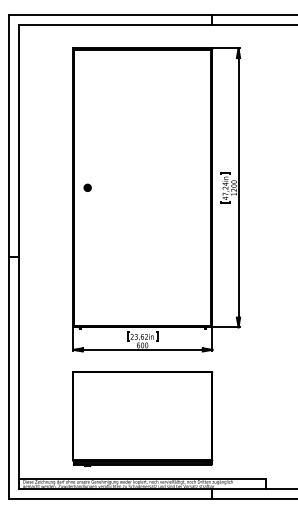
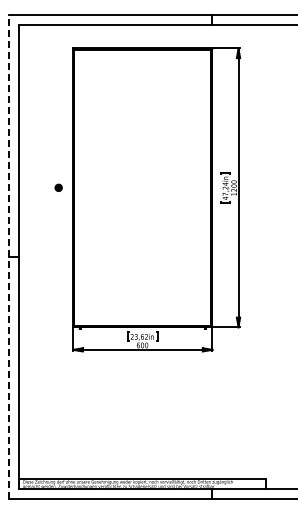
part at (87, 187) position: (87, 187) -> (58, 187)
line at (8, 257): solid -> dashed
part at (142, 419): present -> none
